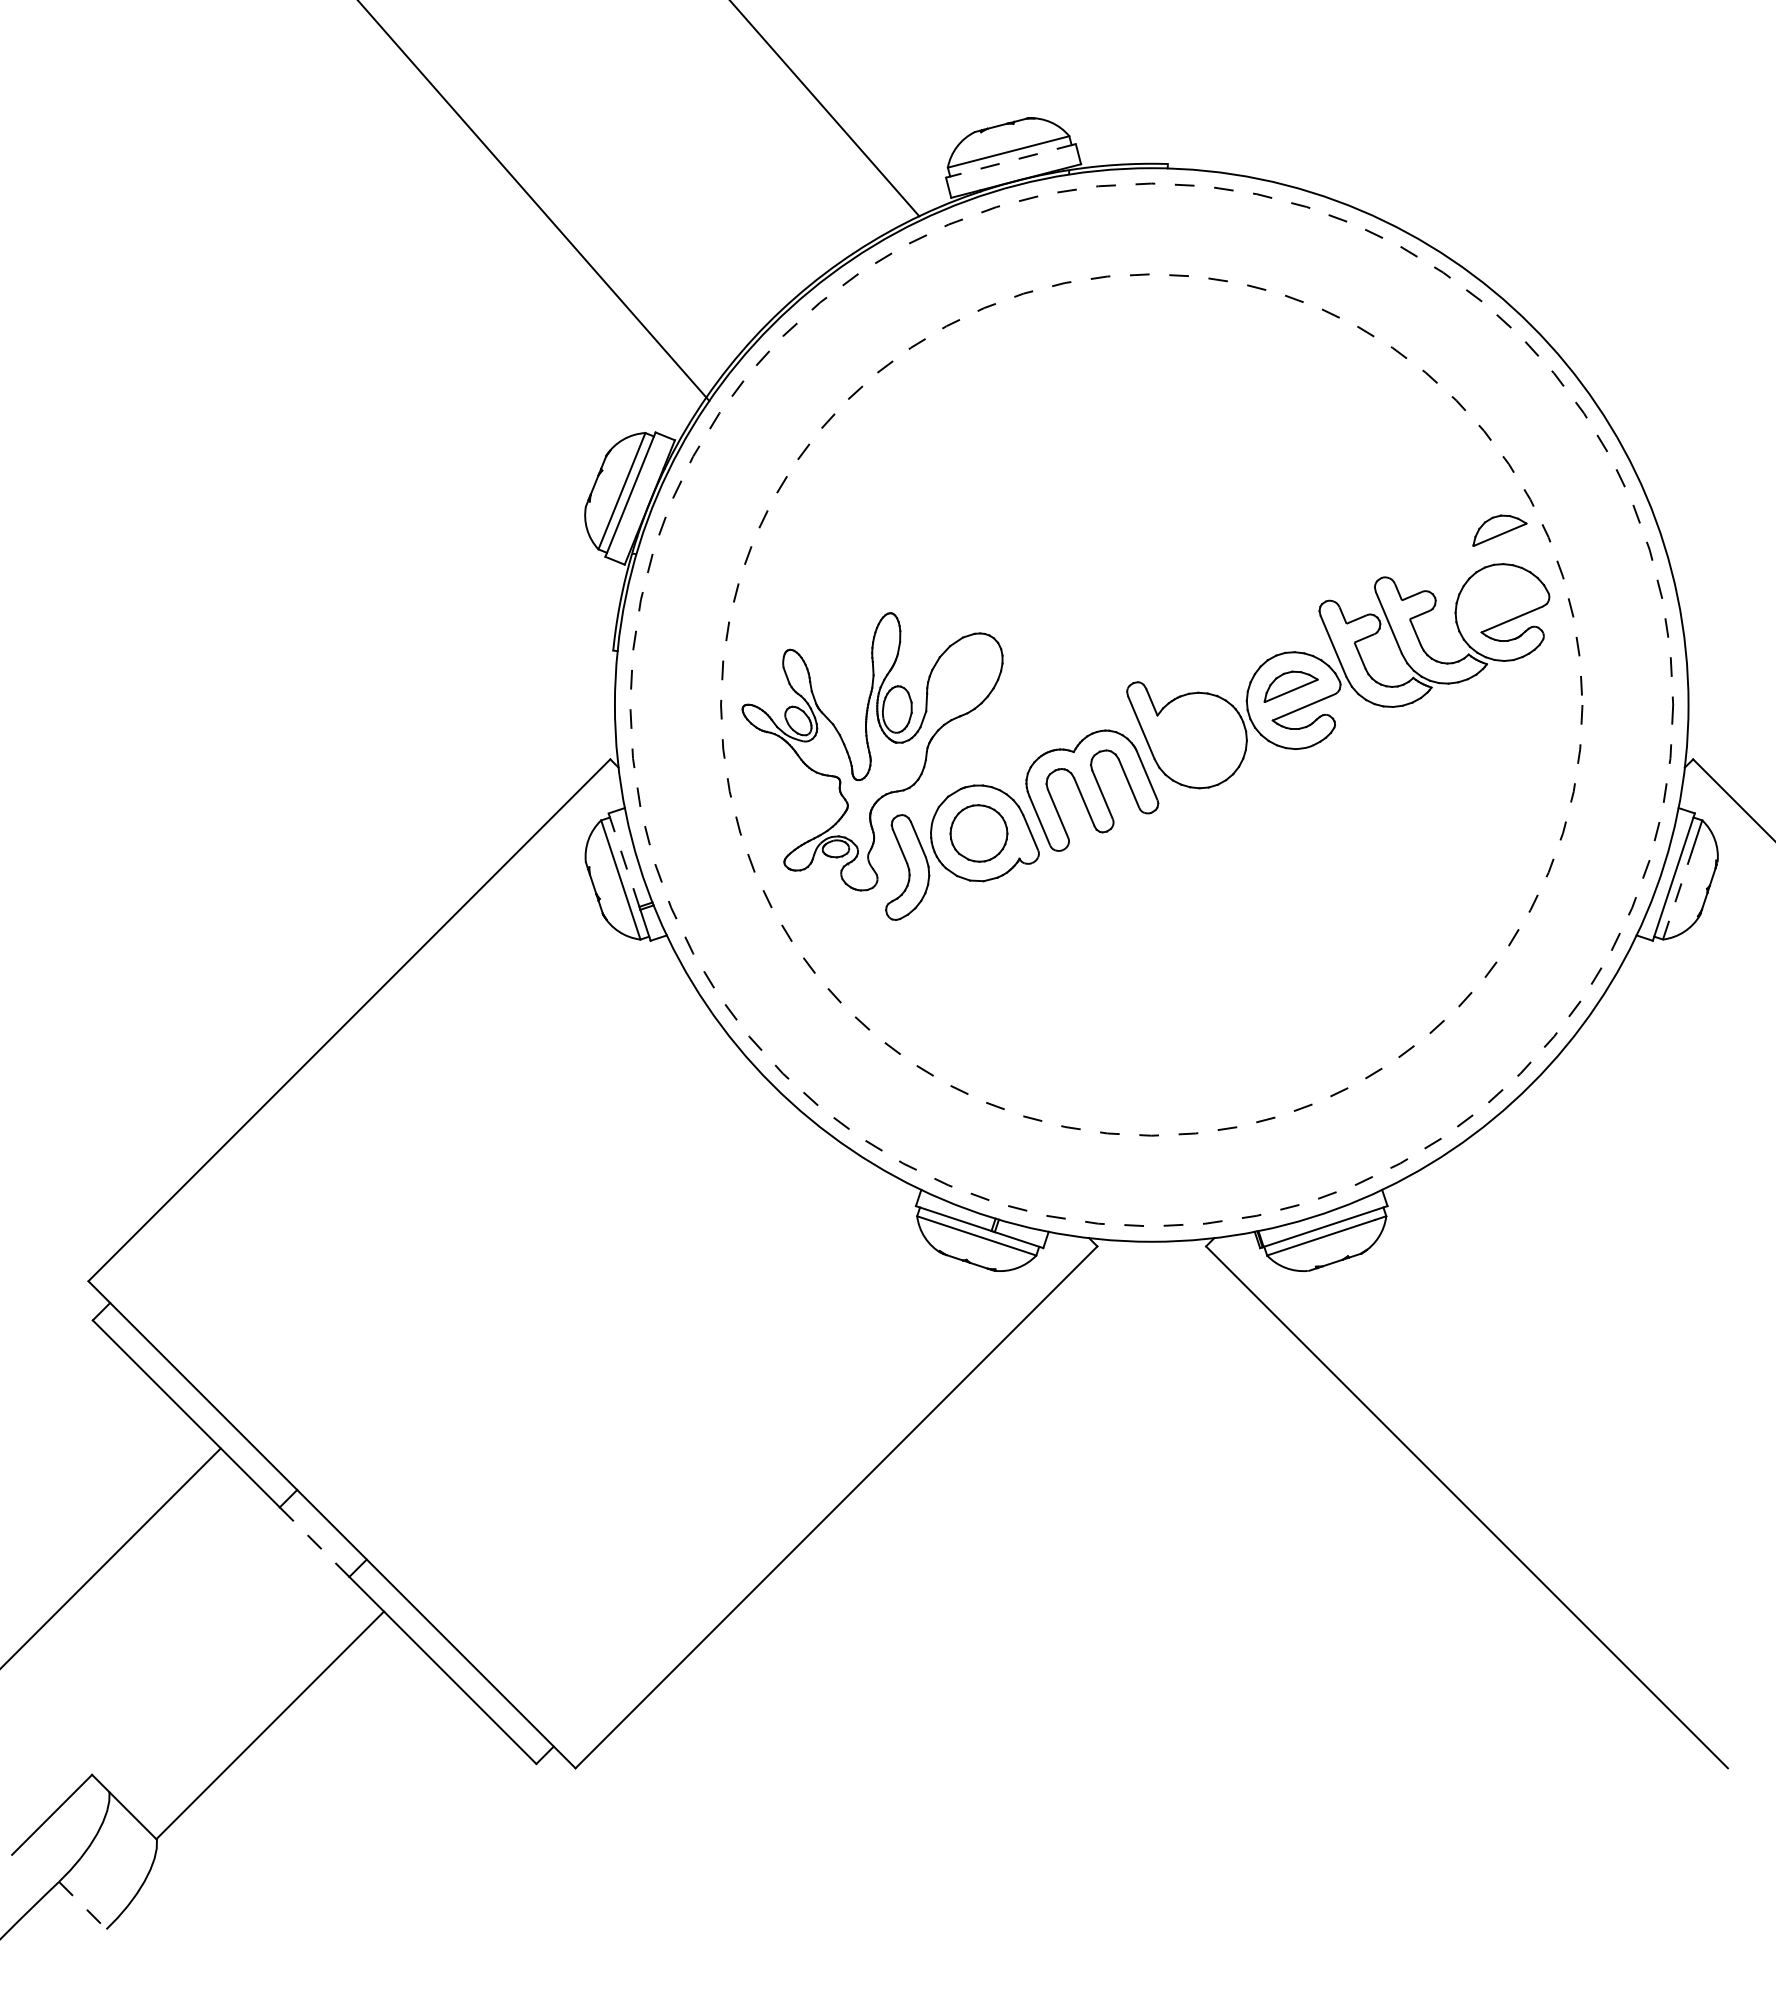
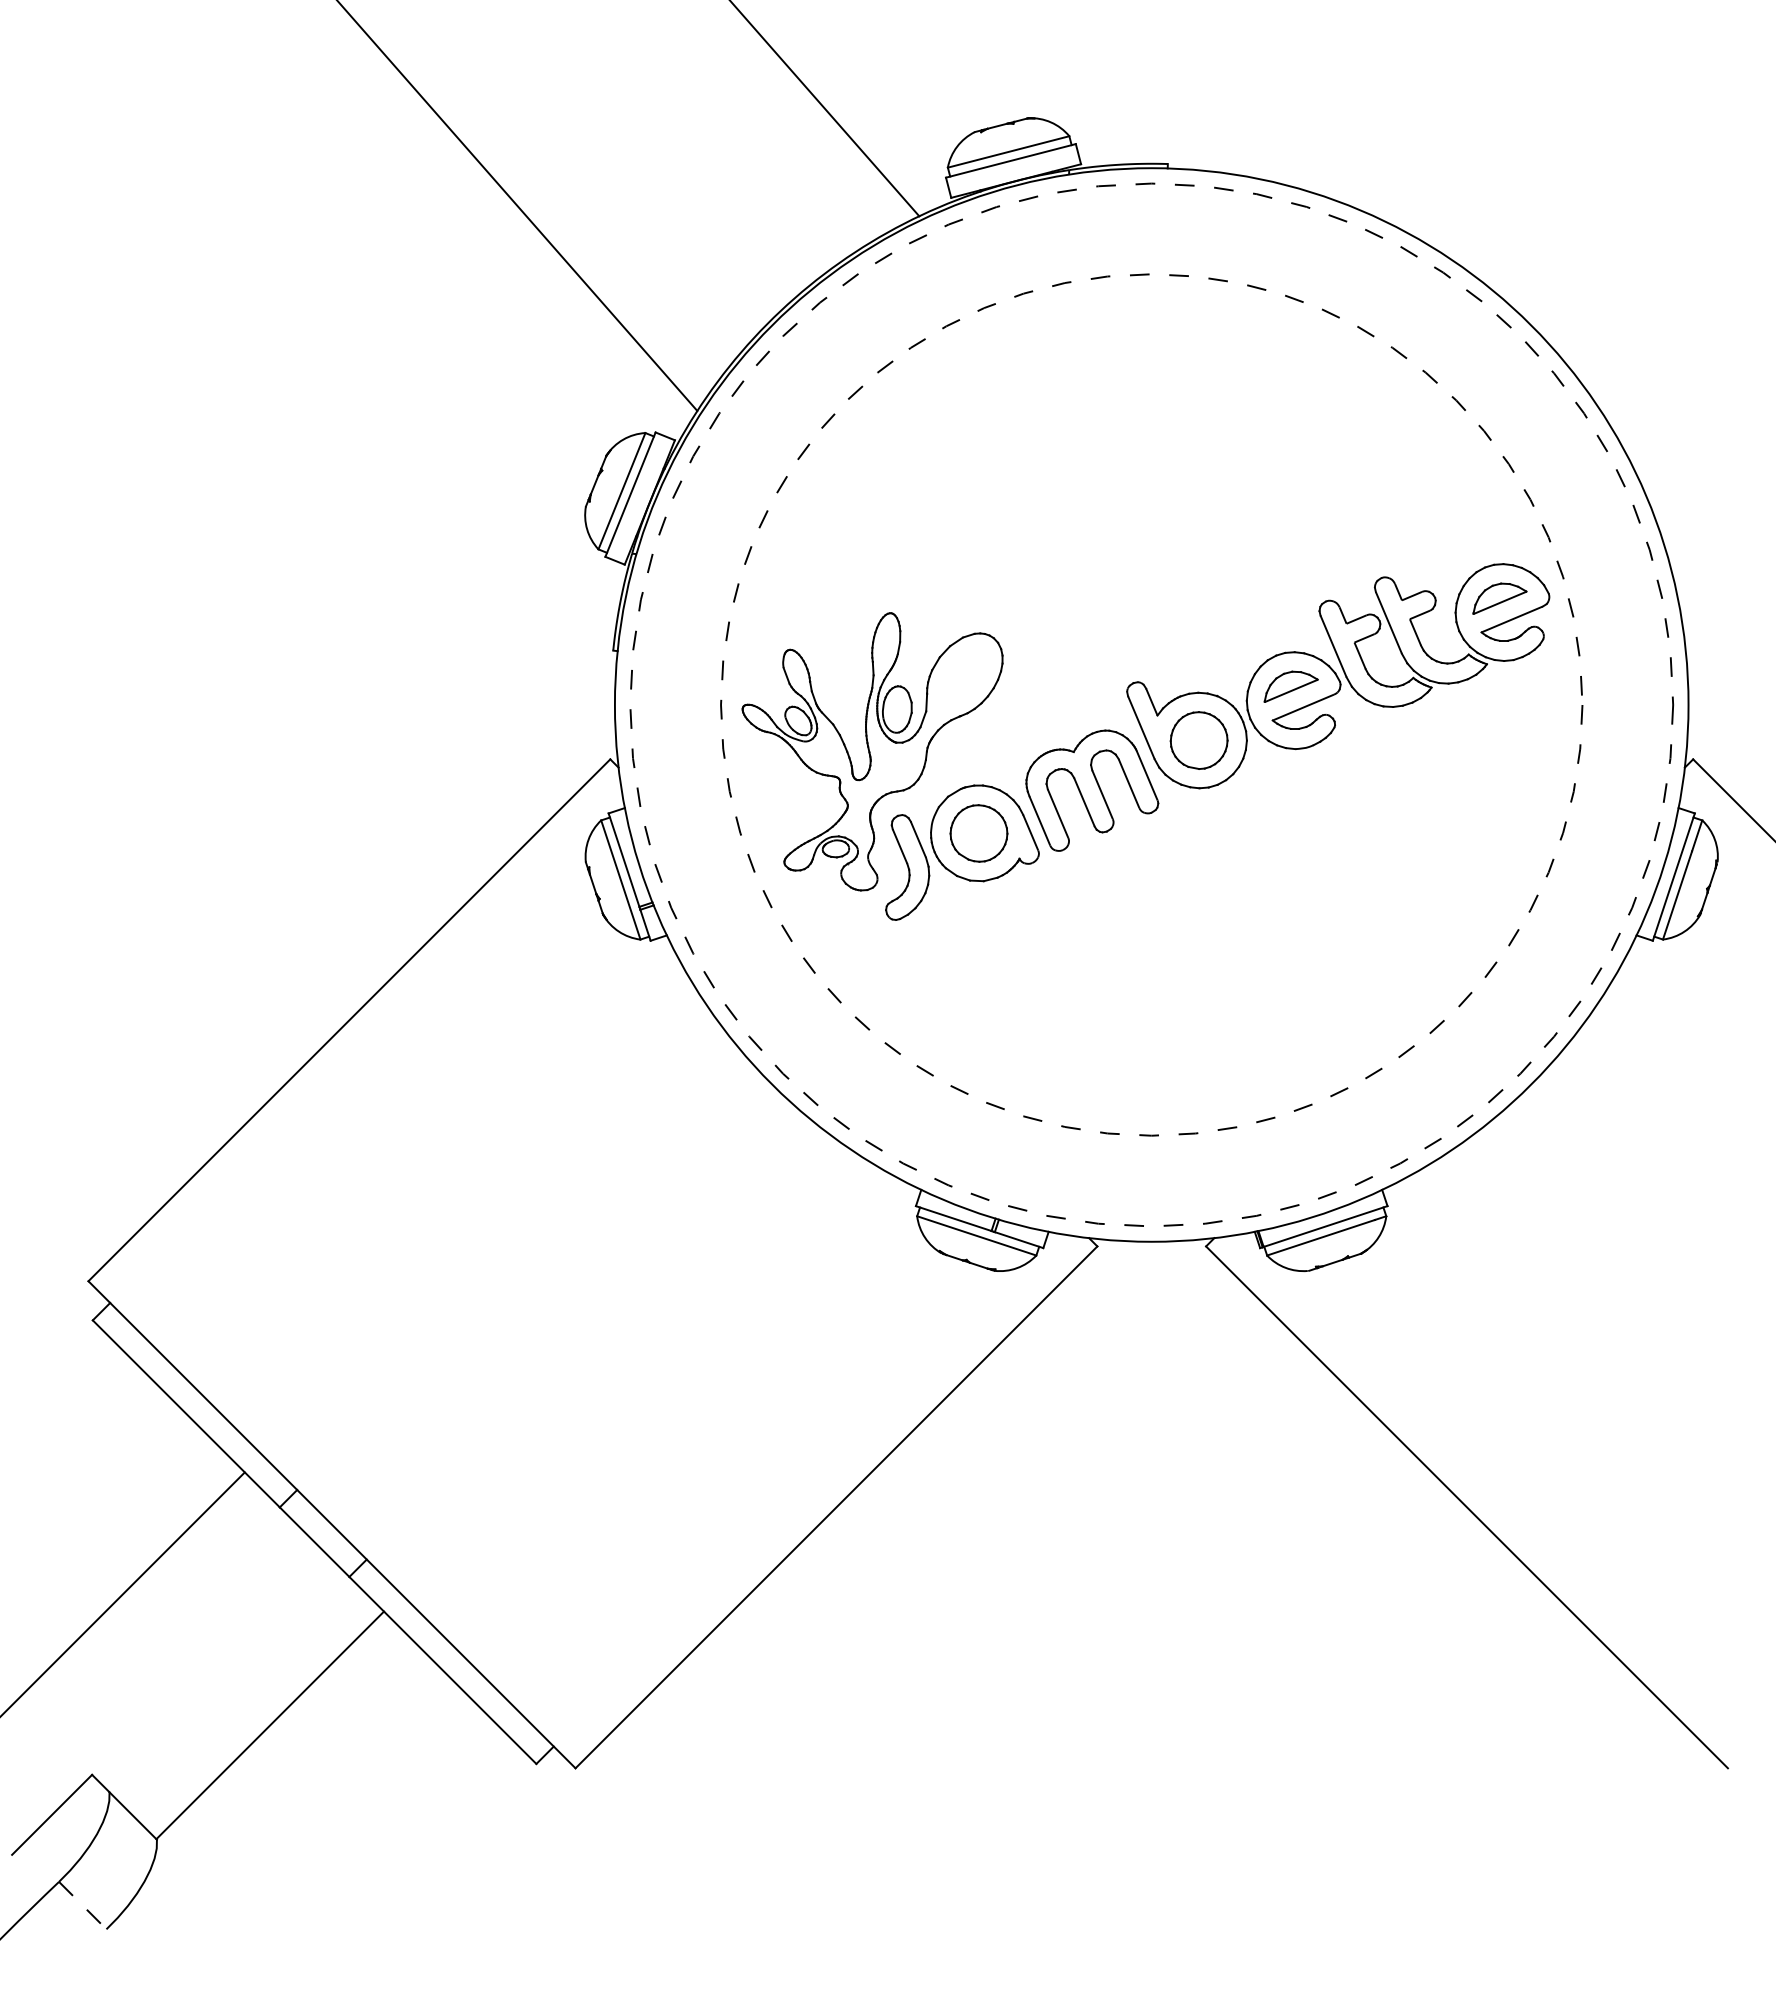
line at (1010, 161): dashed -> solid
line at (534, 201) position: (534, 201) -> (518, 206)
part at (1499, 530) position: (1499, 530) -> (1499, 598)
part at (1198, 740): none -> present
line at (624, 860): dashed -> solid
line at (1677, 894): dashed -> solid
line at (314, 1541): dashed -> solid
line at (111, 1557) position: (111, 1557) -> (123, 1593)
